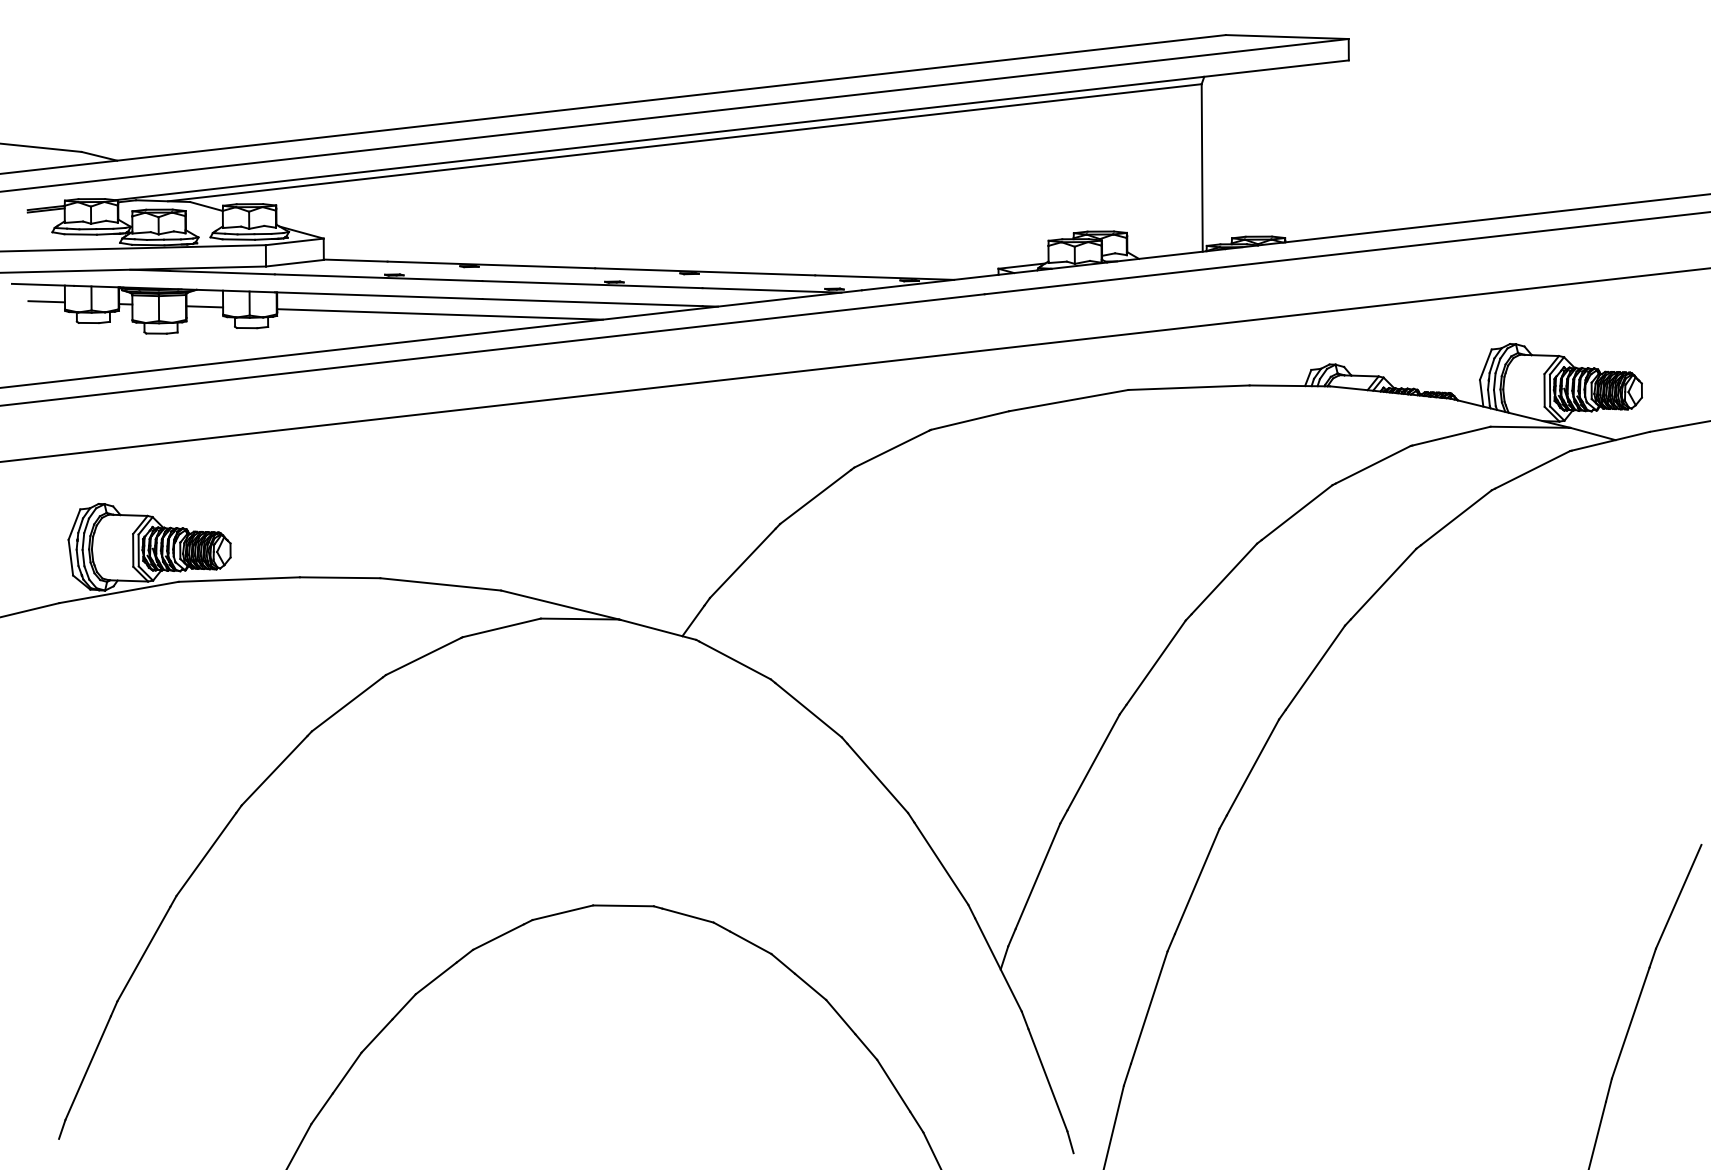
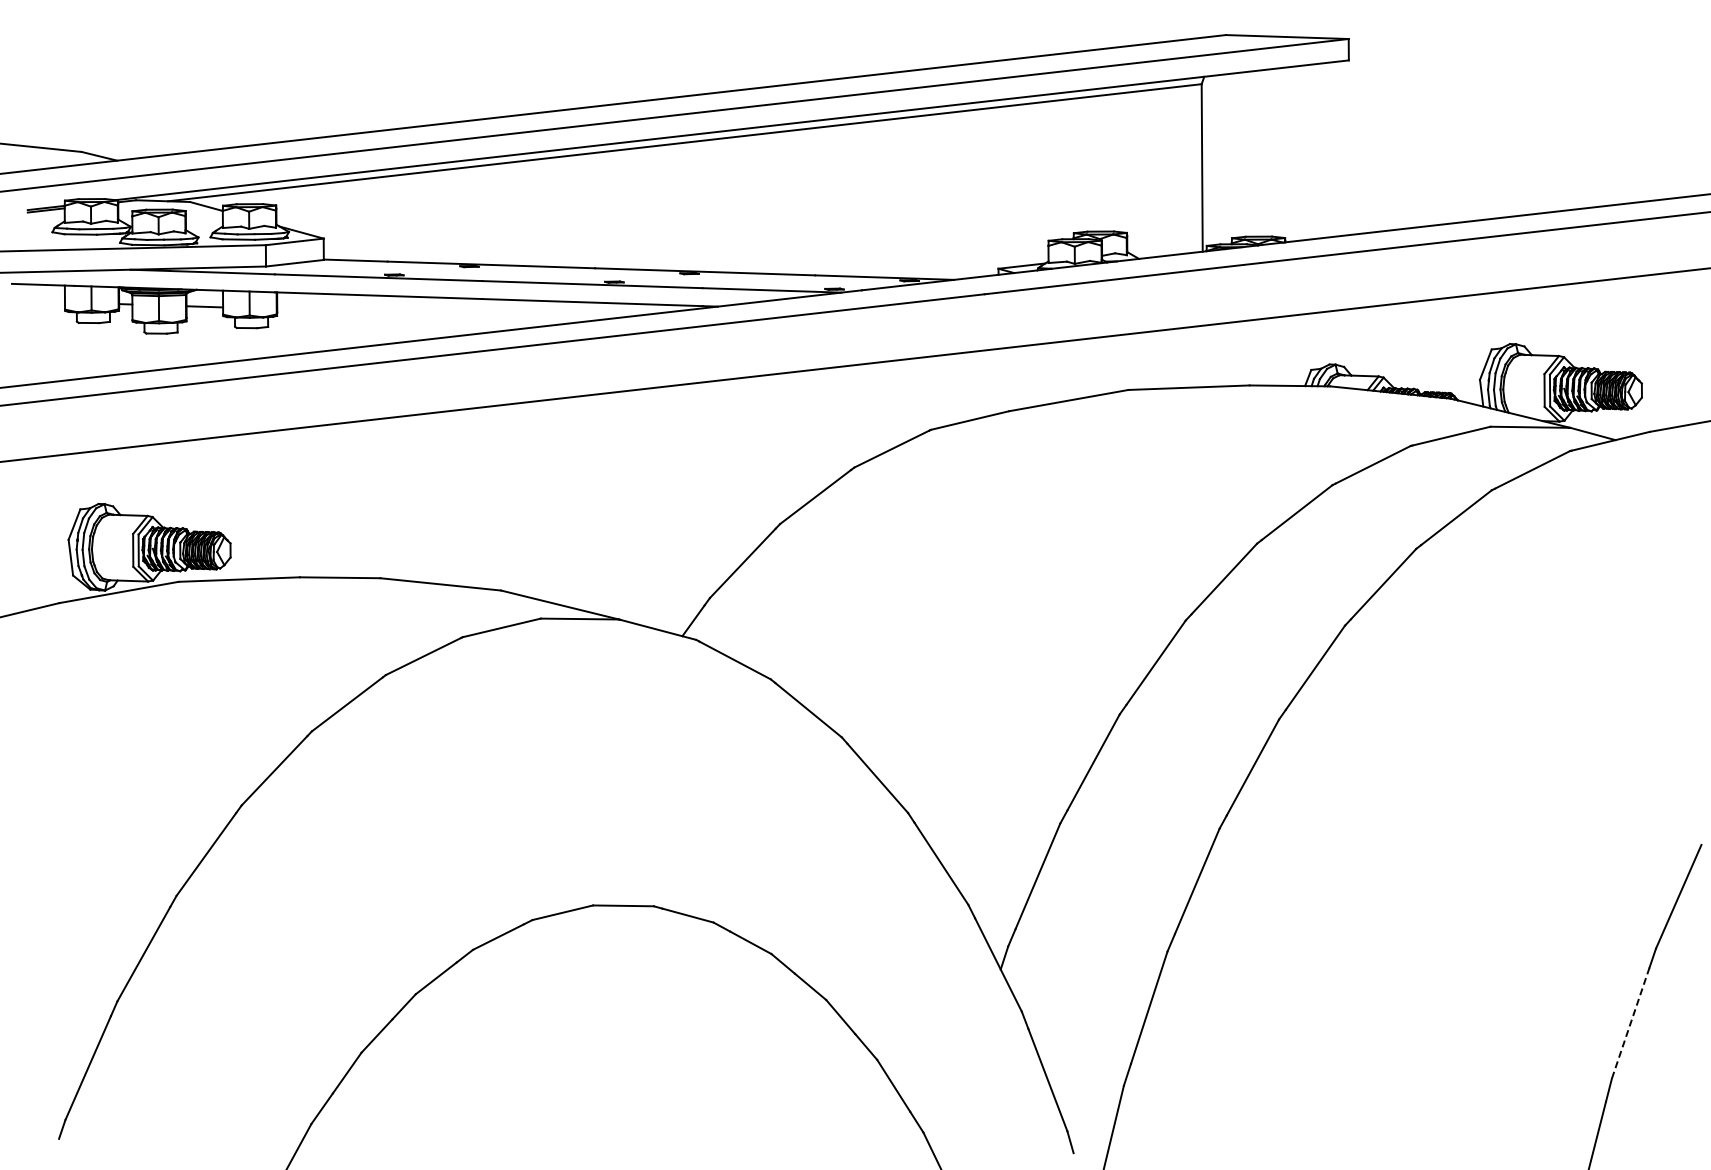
line at (46, 301): present -> none
line at (439, 314): present -> none
line at (1630, 1023): solid -> dashed
